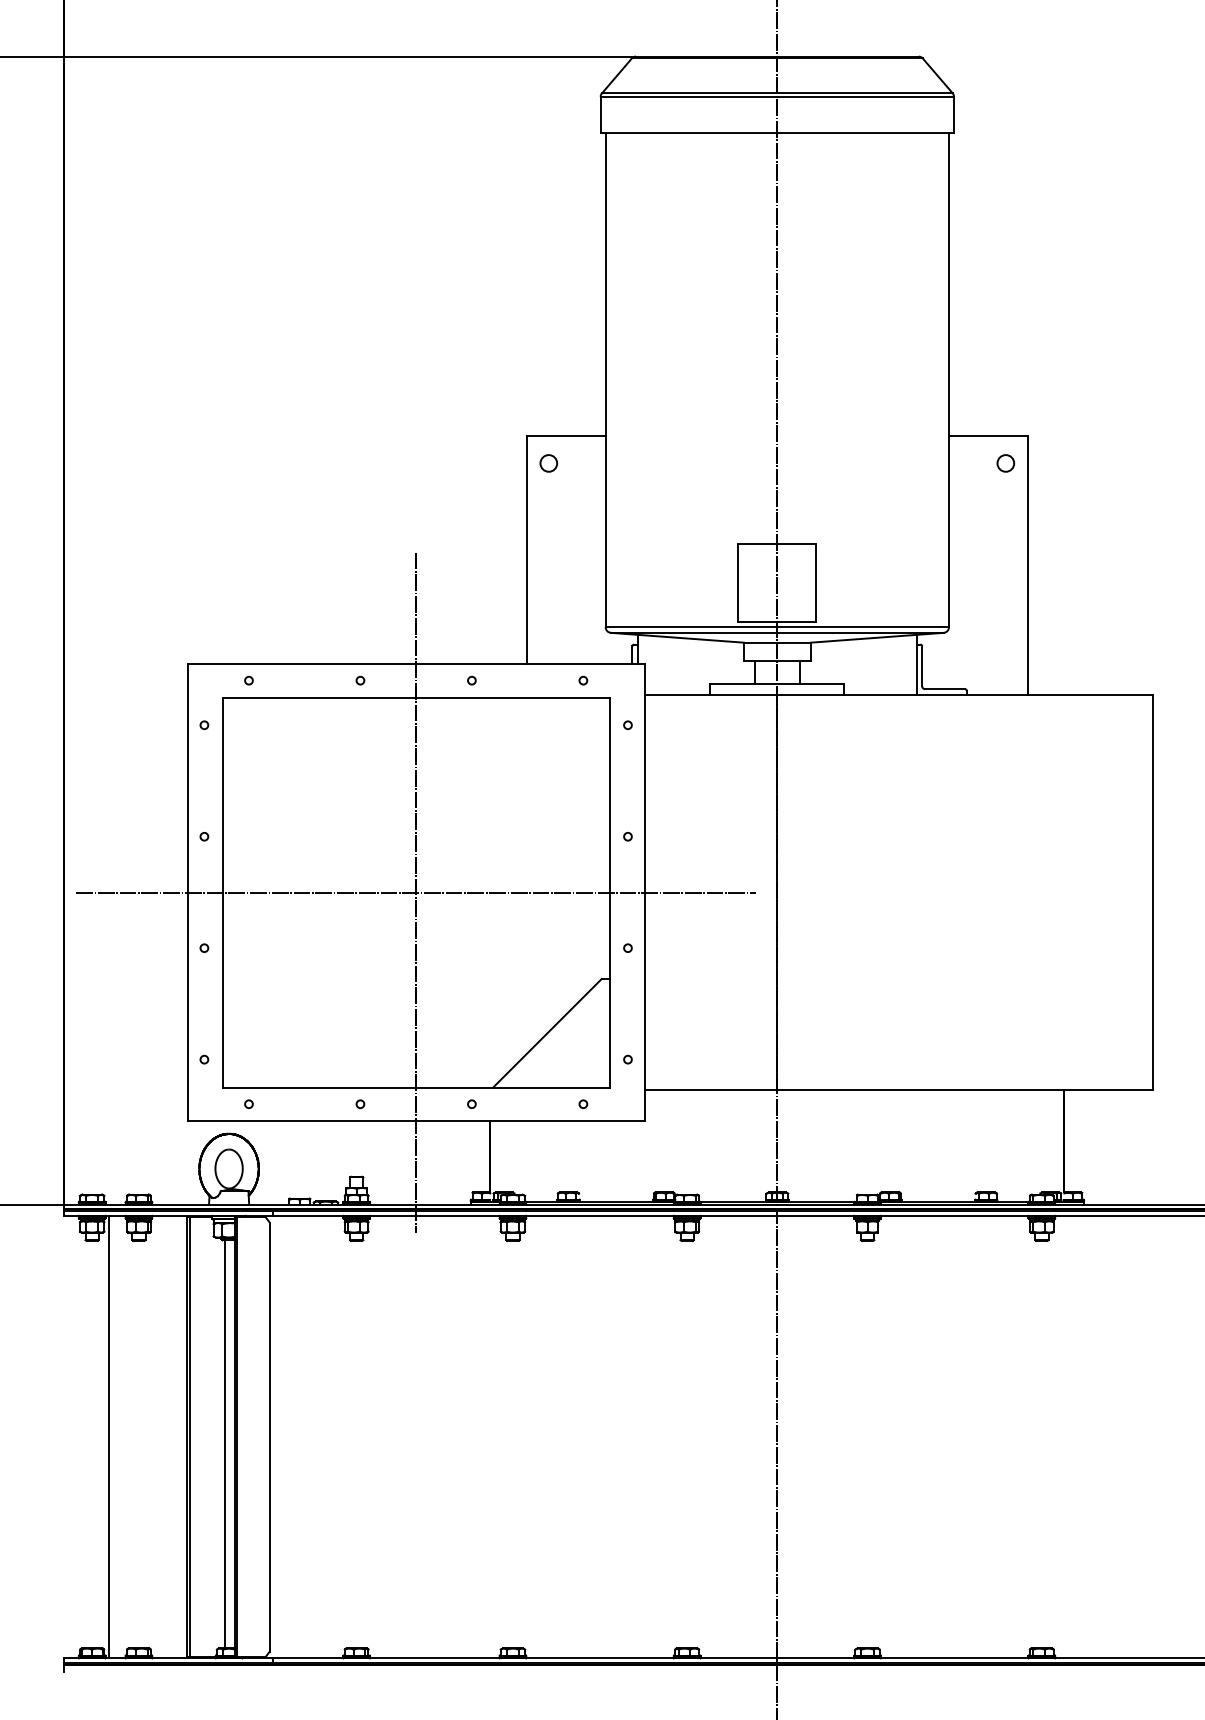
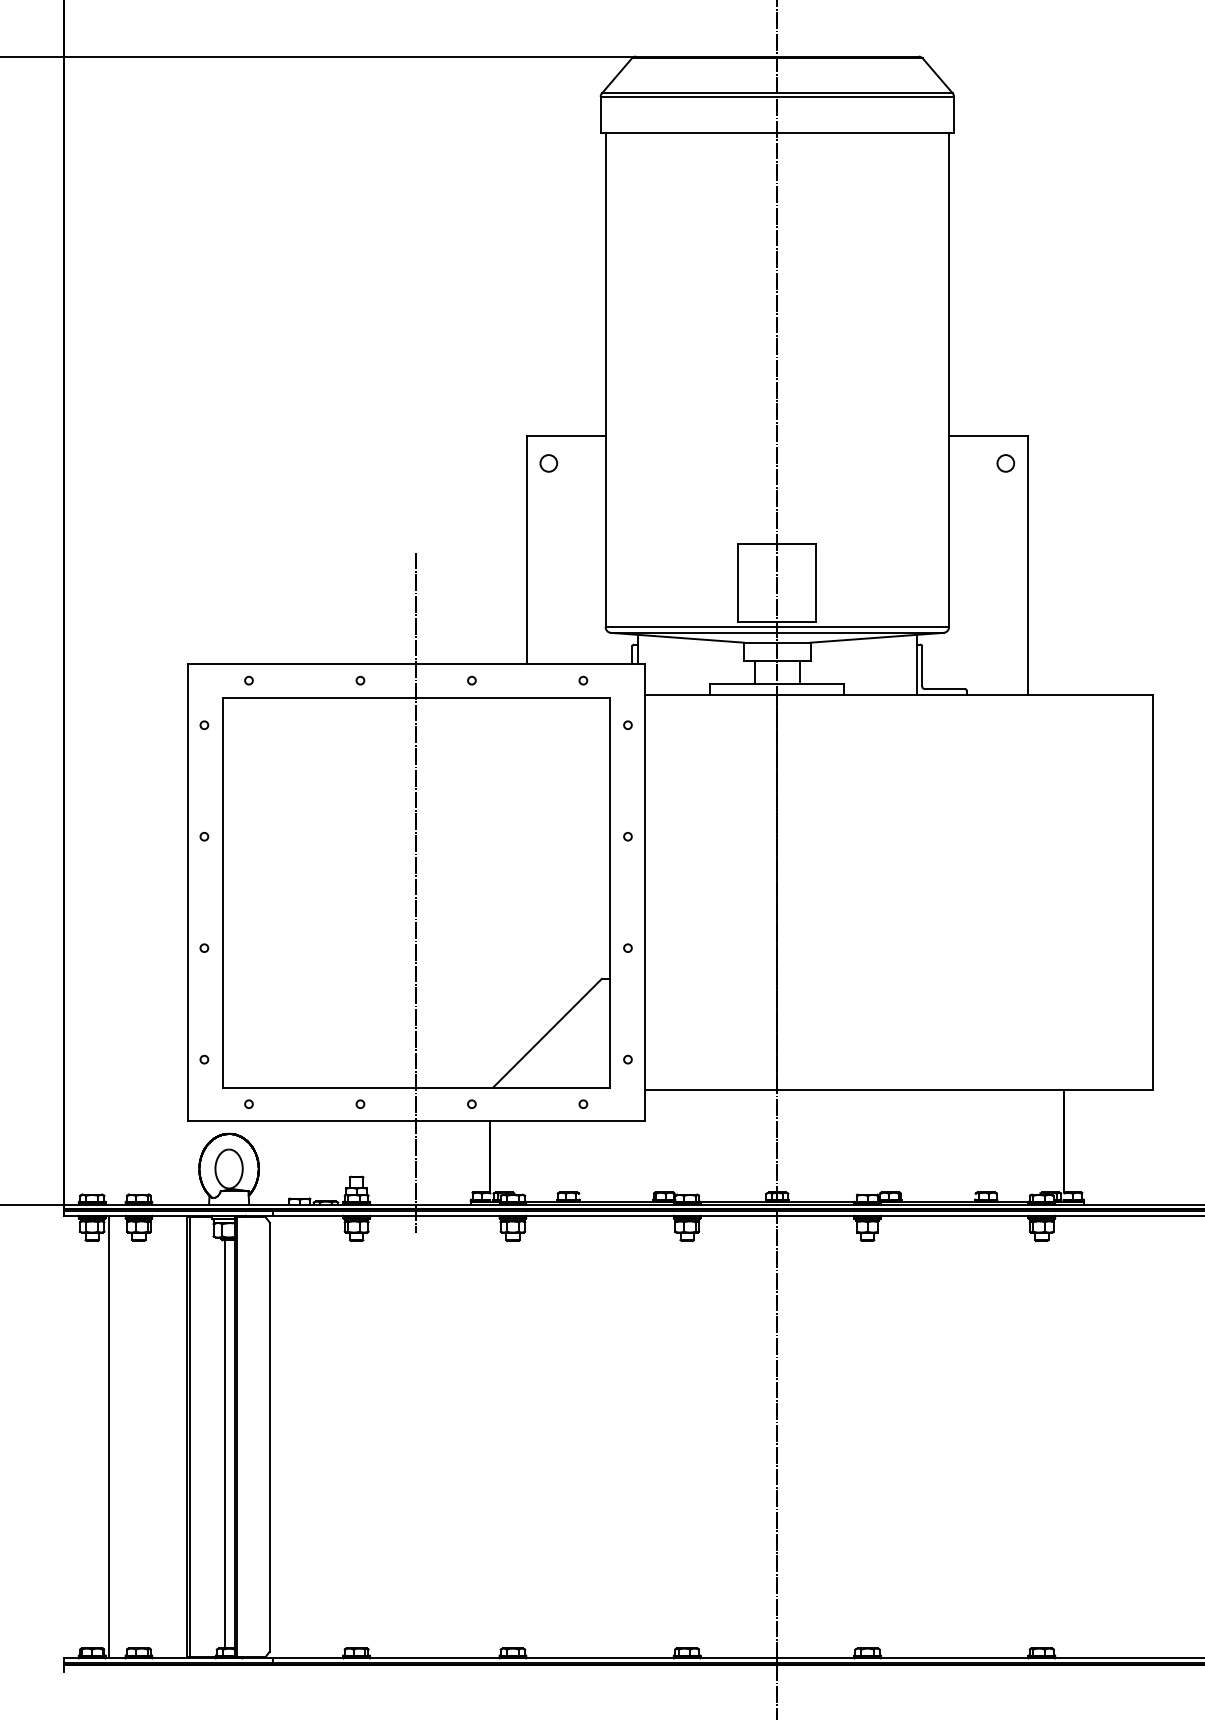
line at (416, 892): present -> none
